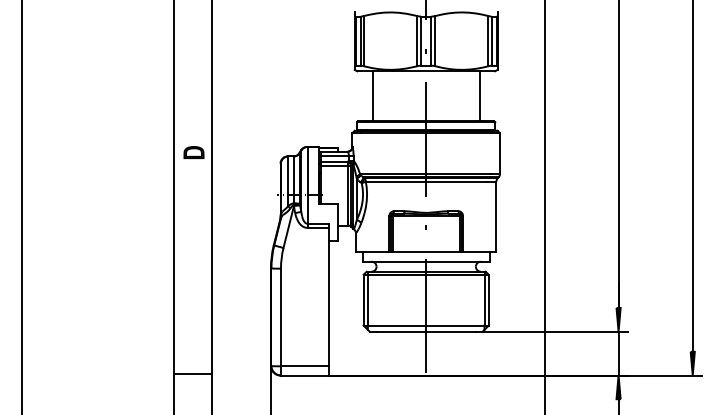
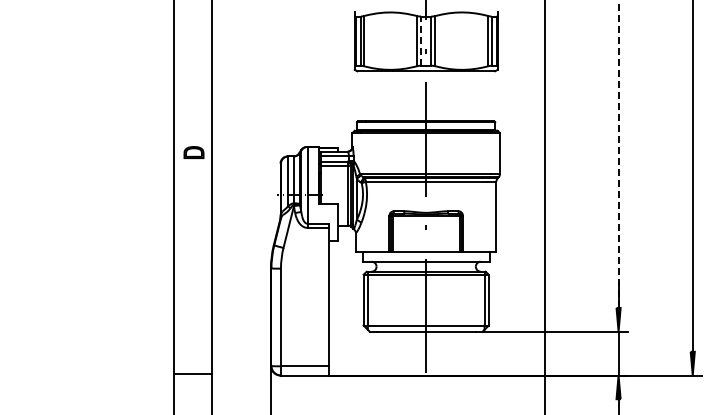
line at (421, 41): solid -> dashed
line at (372, 96): present -> none
line at (479, 96): present -> none
line at (618, 154): solid -> dashed
line at (21, 206): present -> none
